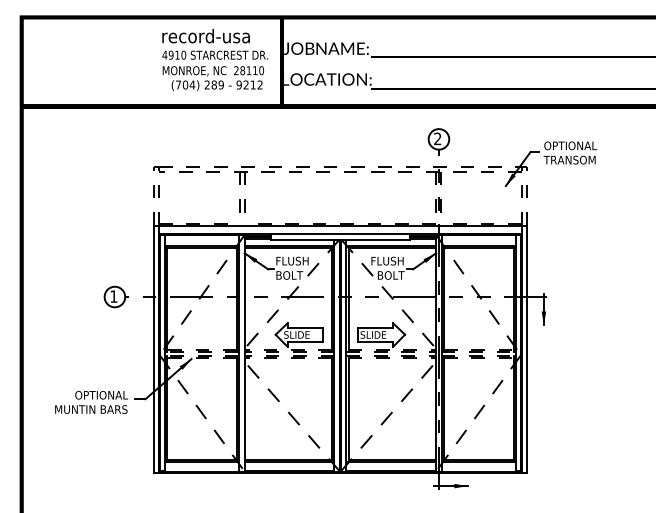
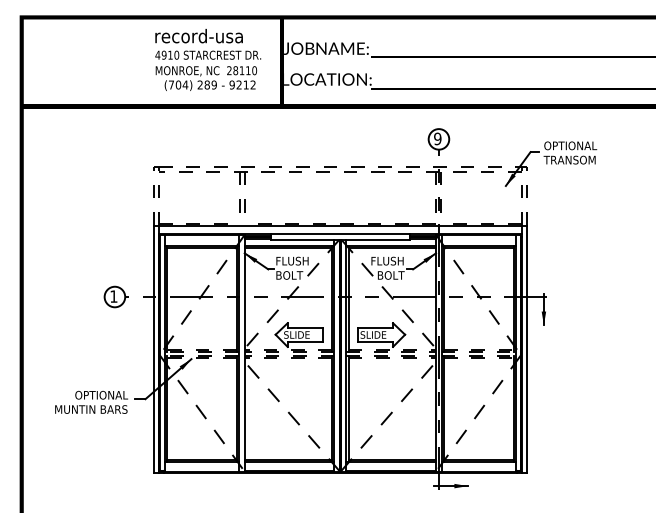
text at (215, 59) position: (215, 59) -> (208, 59)
text at (437, 138): 2 -> 9
